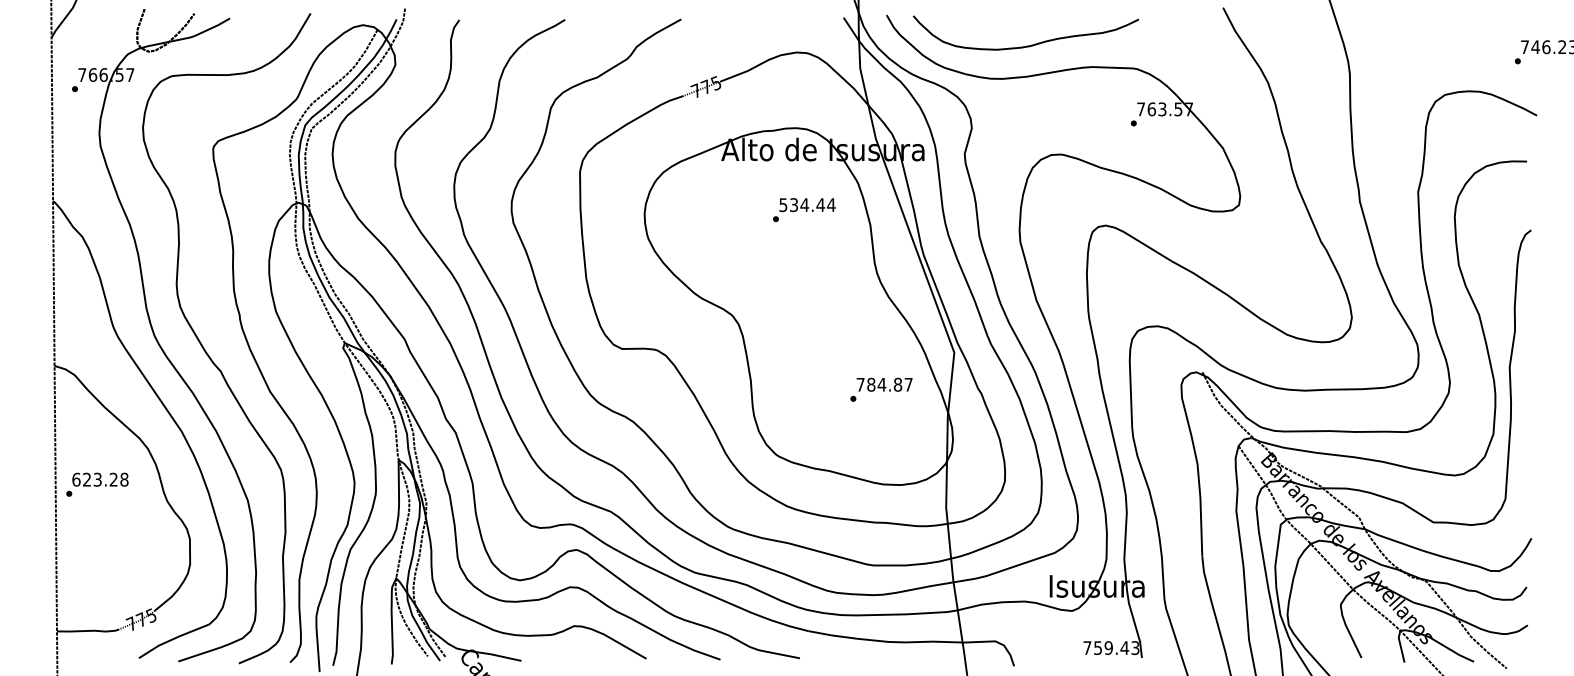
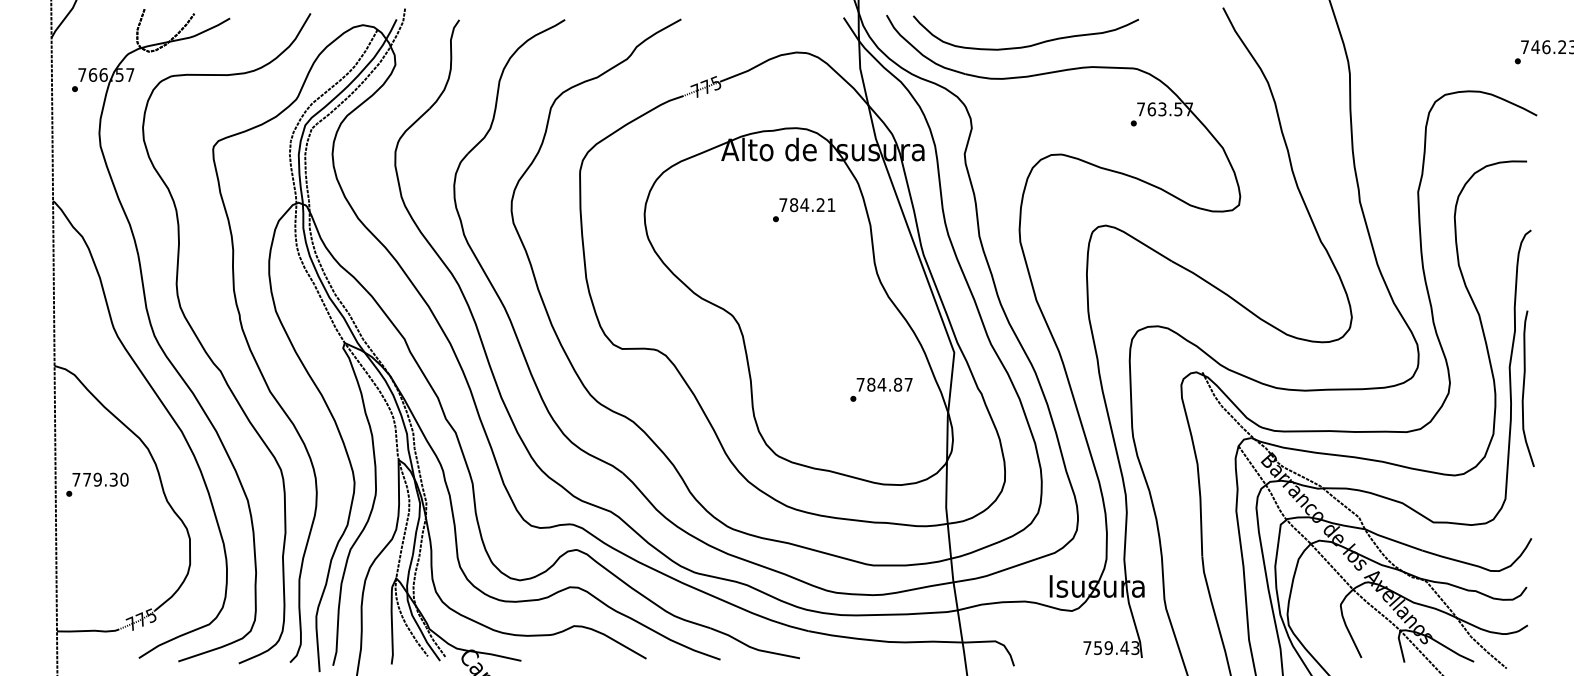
text at (807, 205): 534.44 -> 784.21
curve at (1524, 388): none -> present
text at (100, 479): 623.28 -> 779.30
